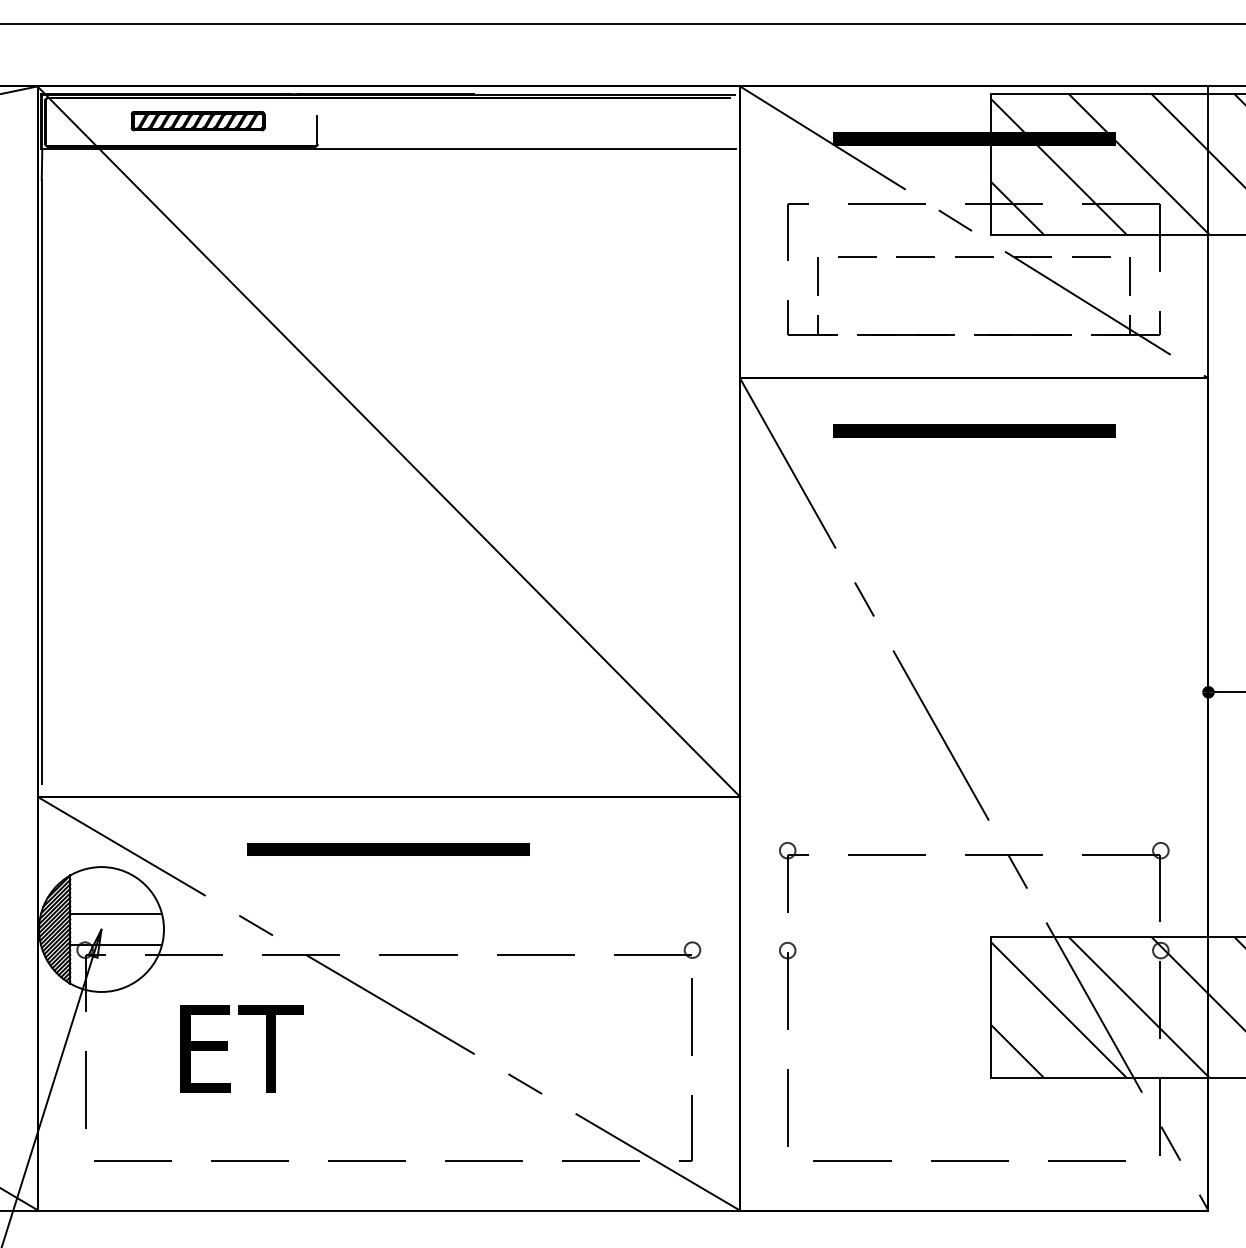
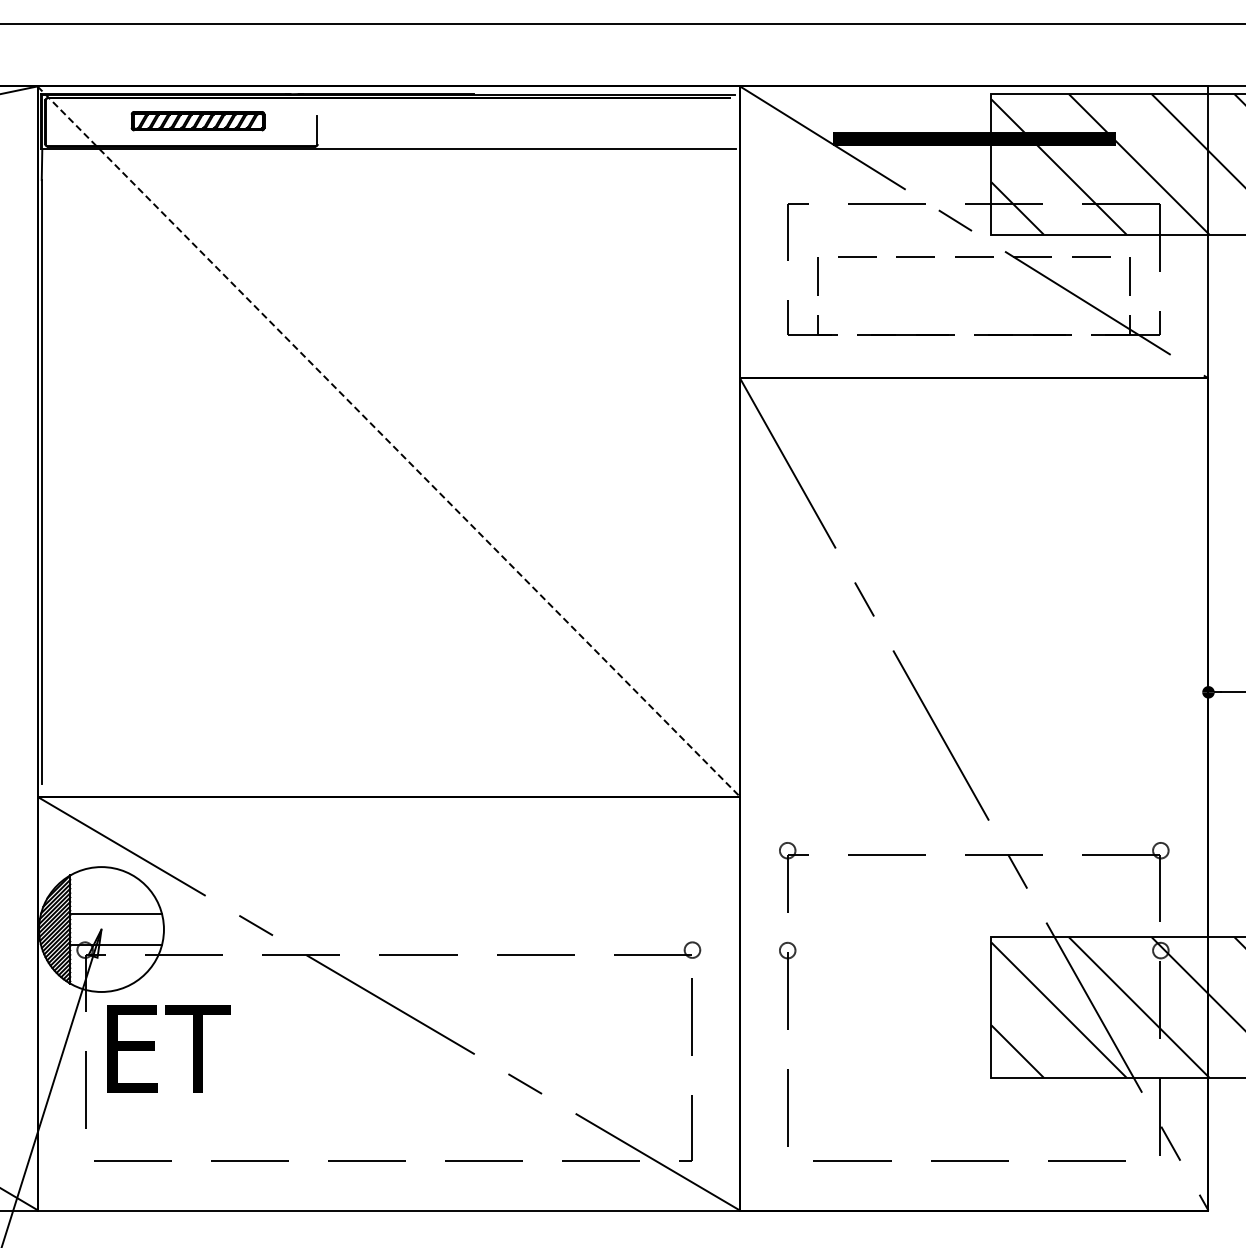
part at (974, 430): present -> none
line at (388, 441): solid -> dashed
part at (388, 849): present -> none
text at (241, 1048) position: (241, 1048) -> (168, 1048)
